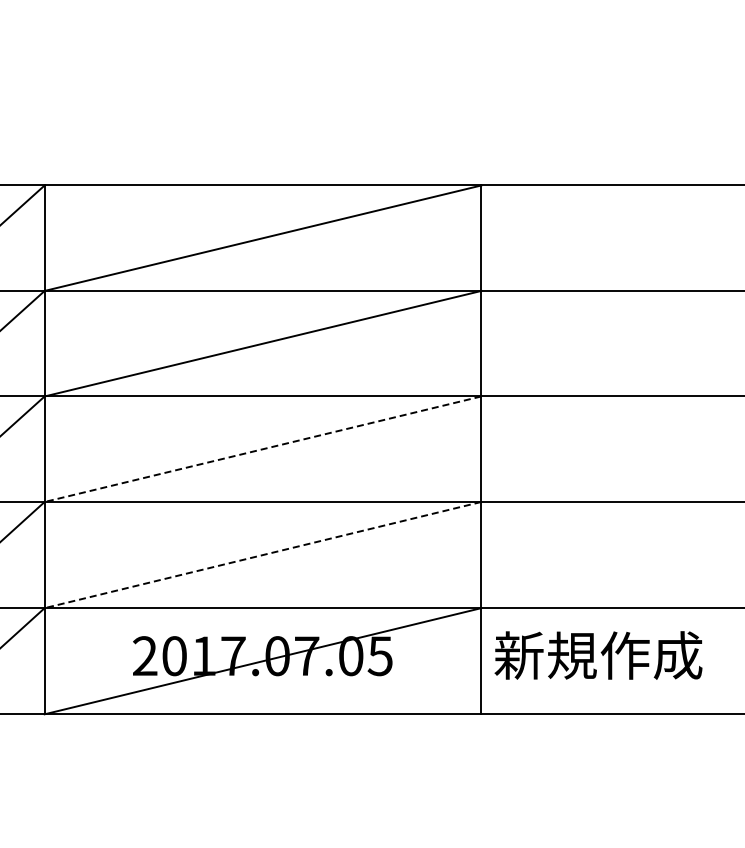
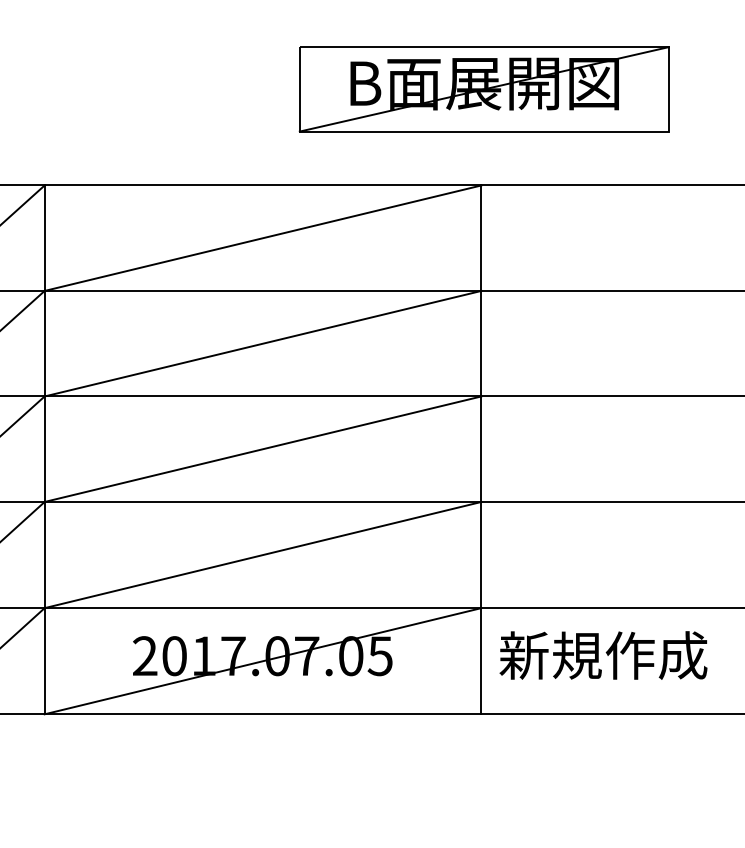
part at (483, 89): none -> present
line at (263, 449): dashed -> solid
line at (263, 555): dashed -> solid
text at (598, 655) position: (598, 655) -> (603, 655)
